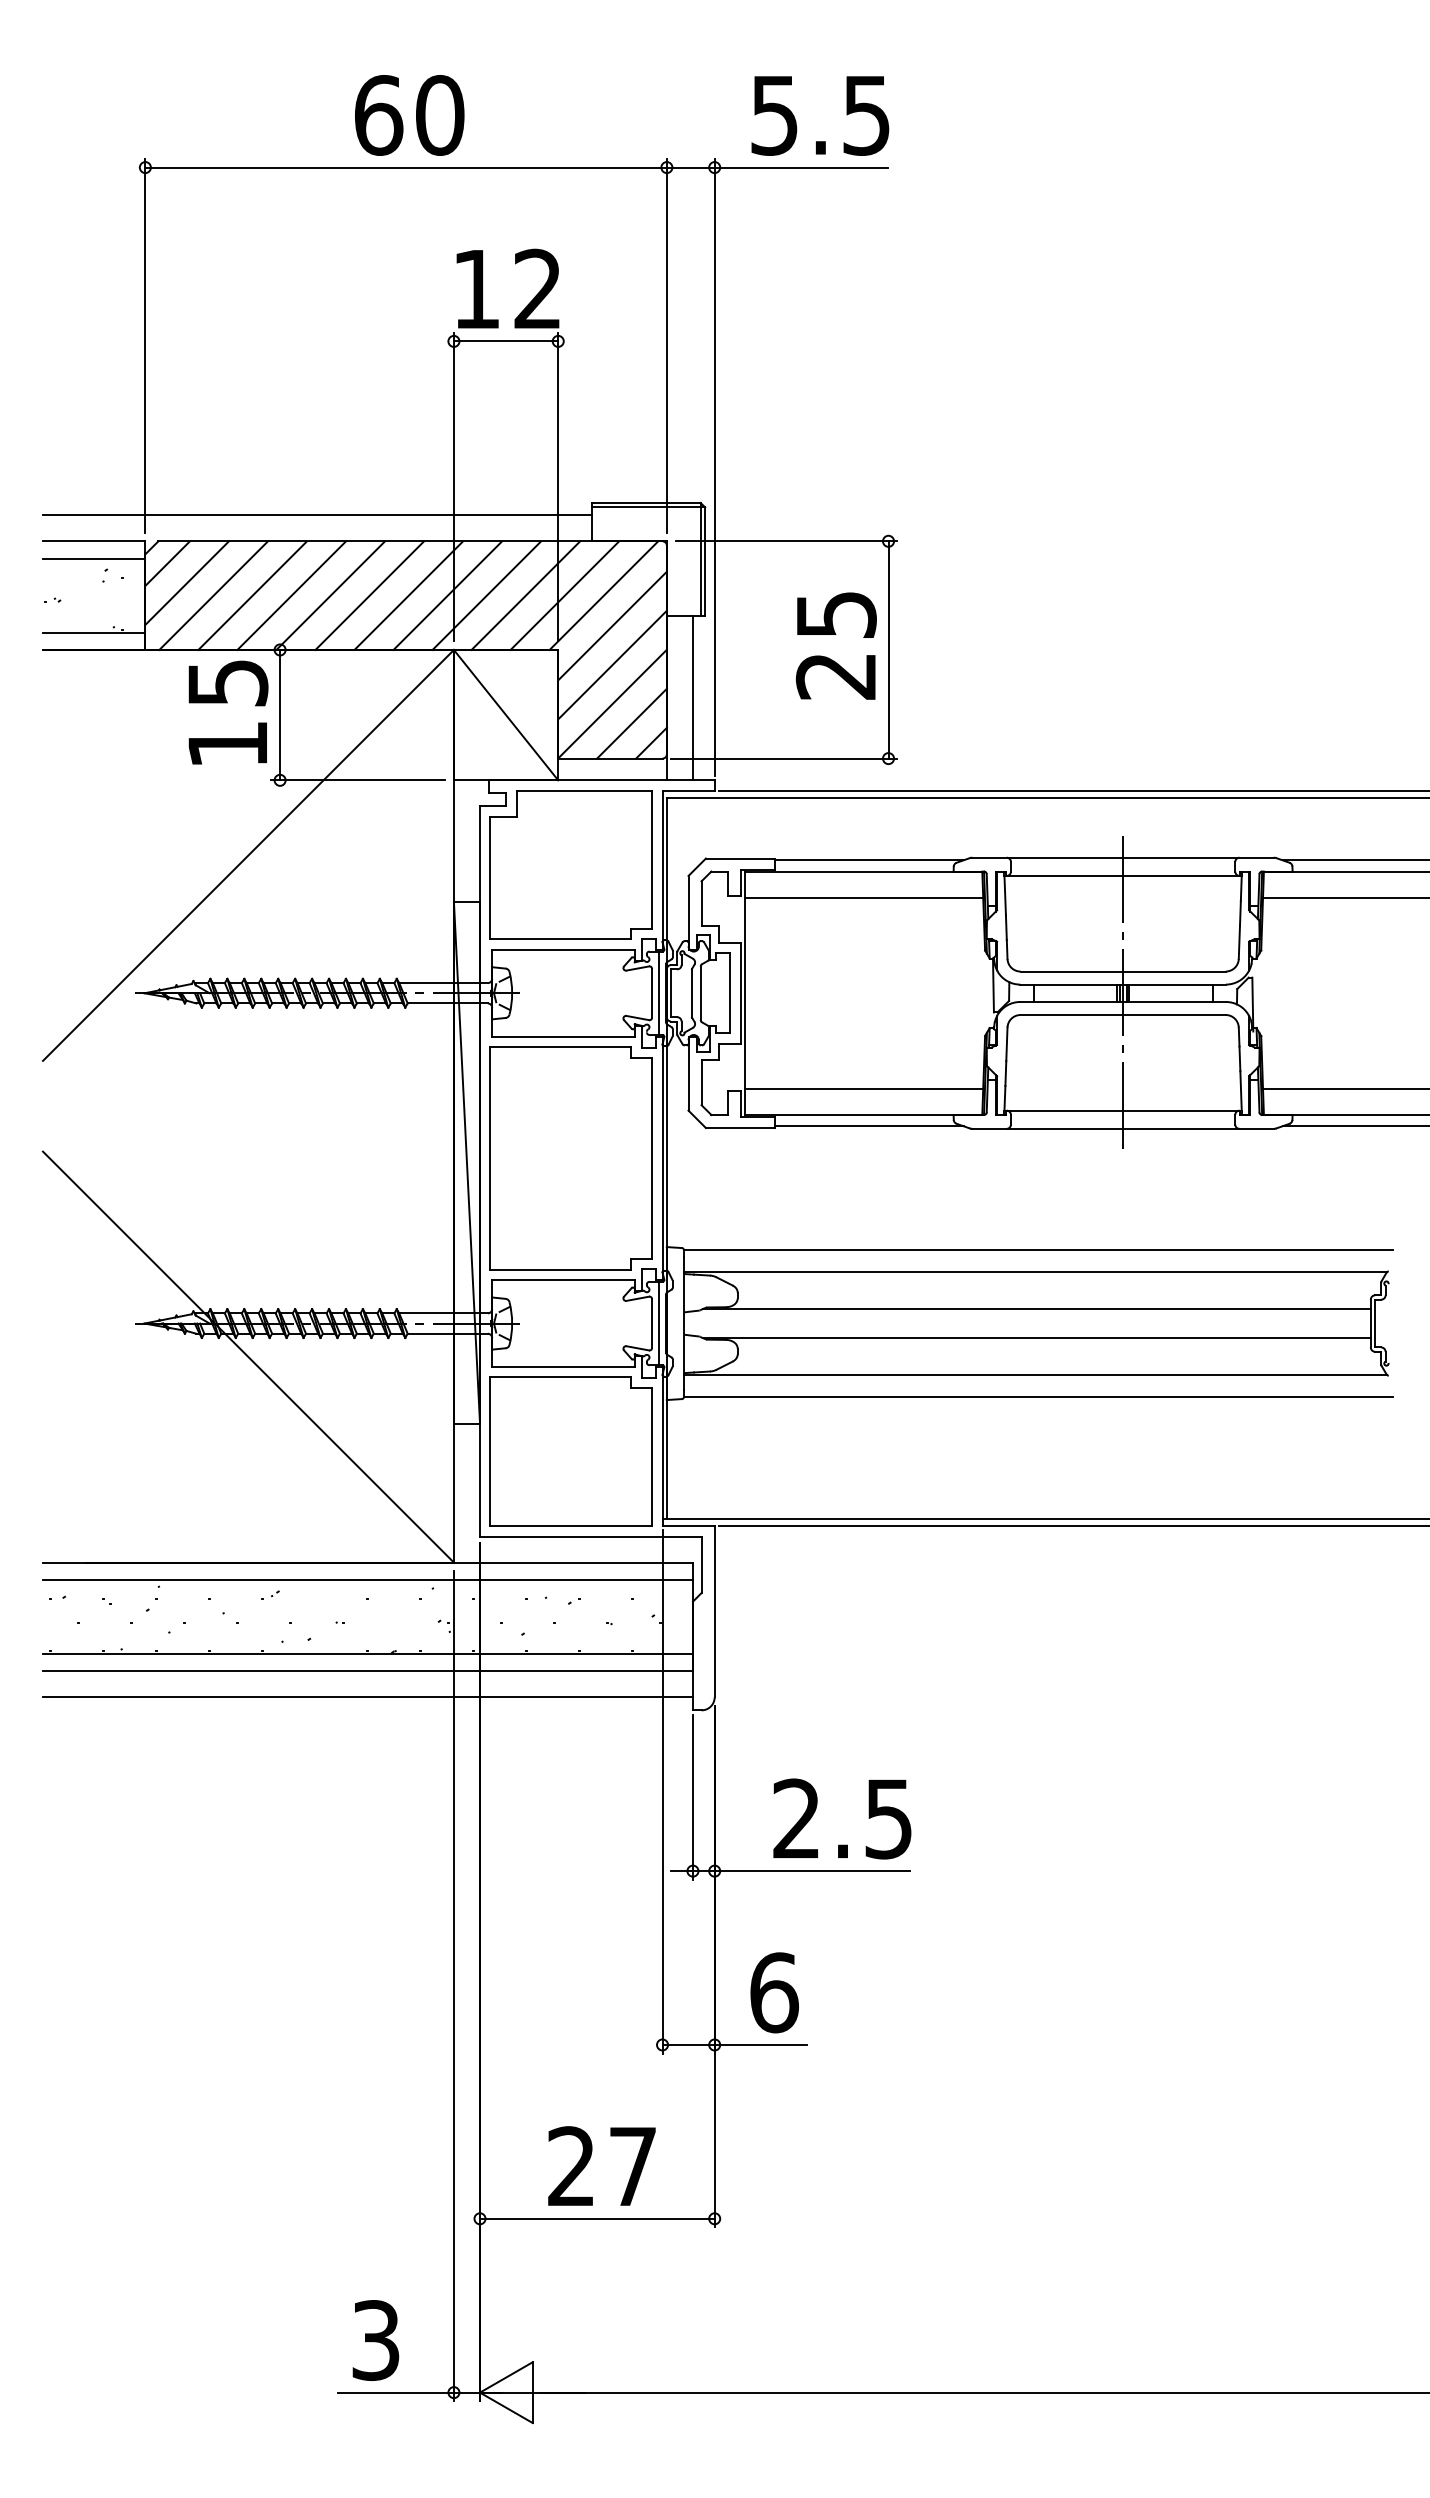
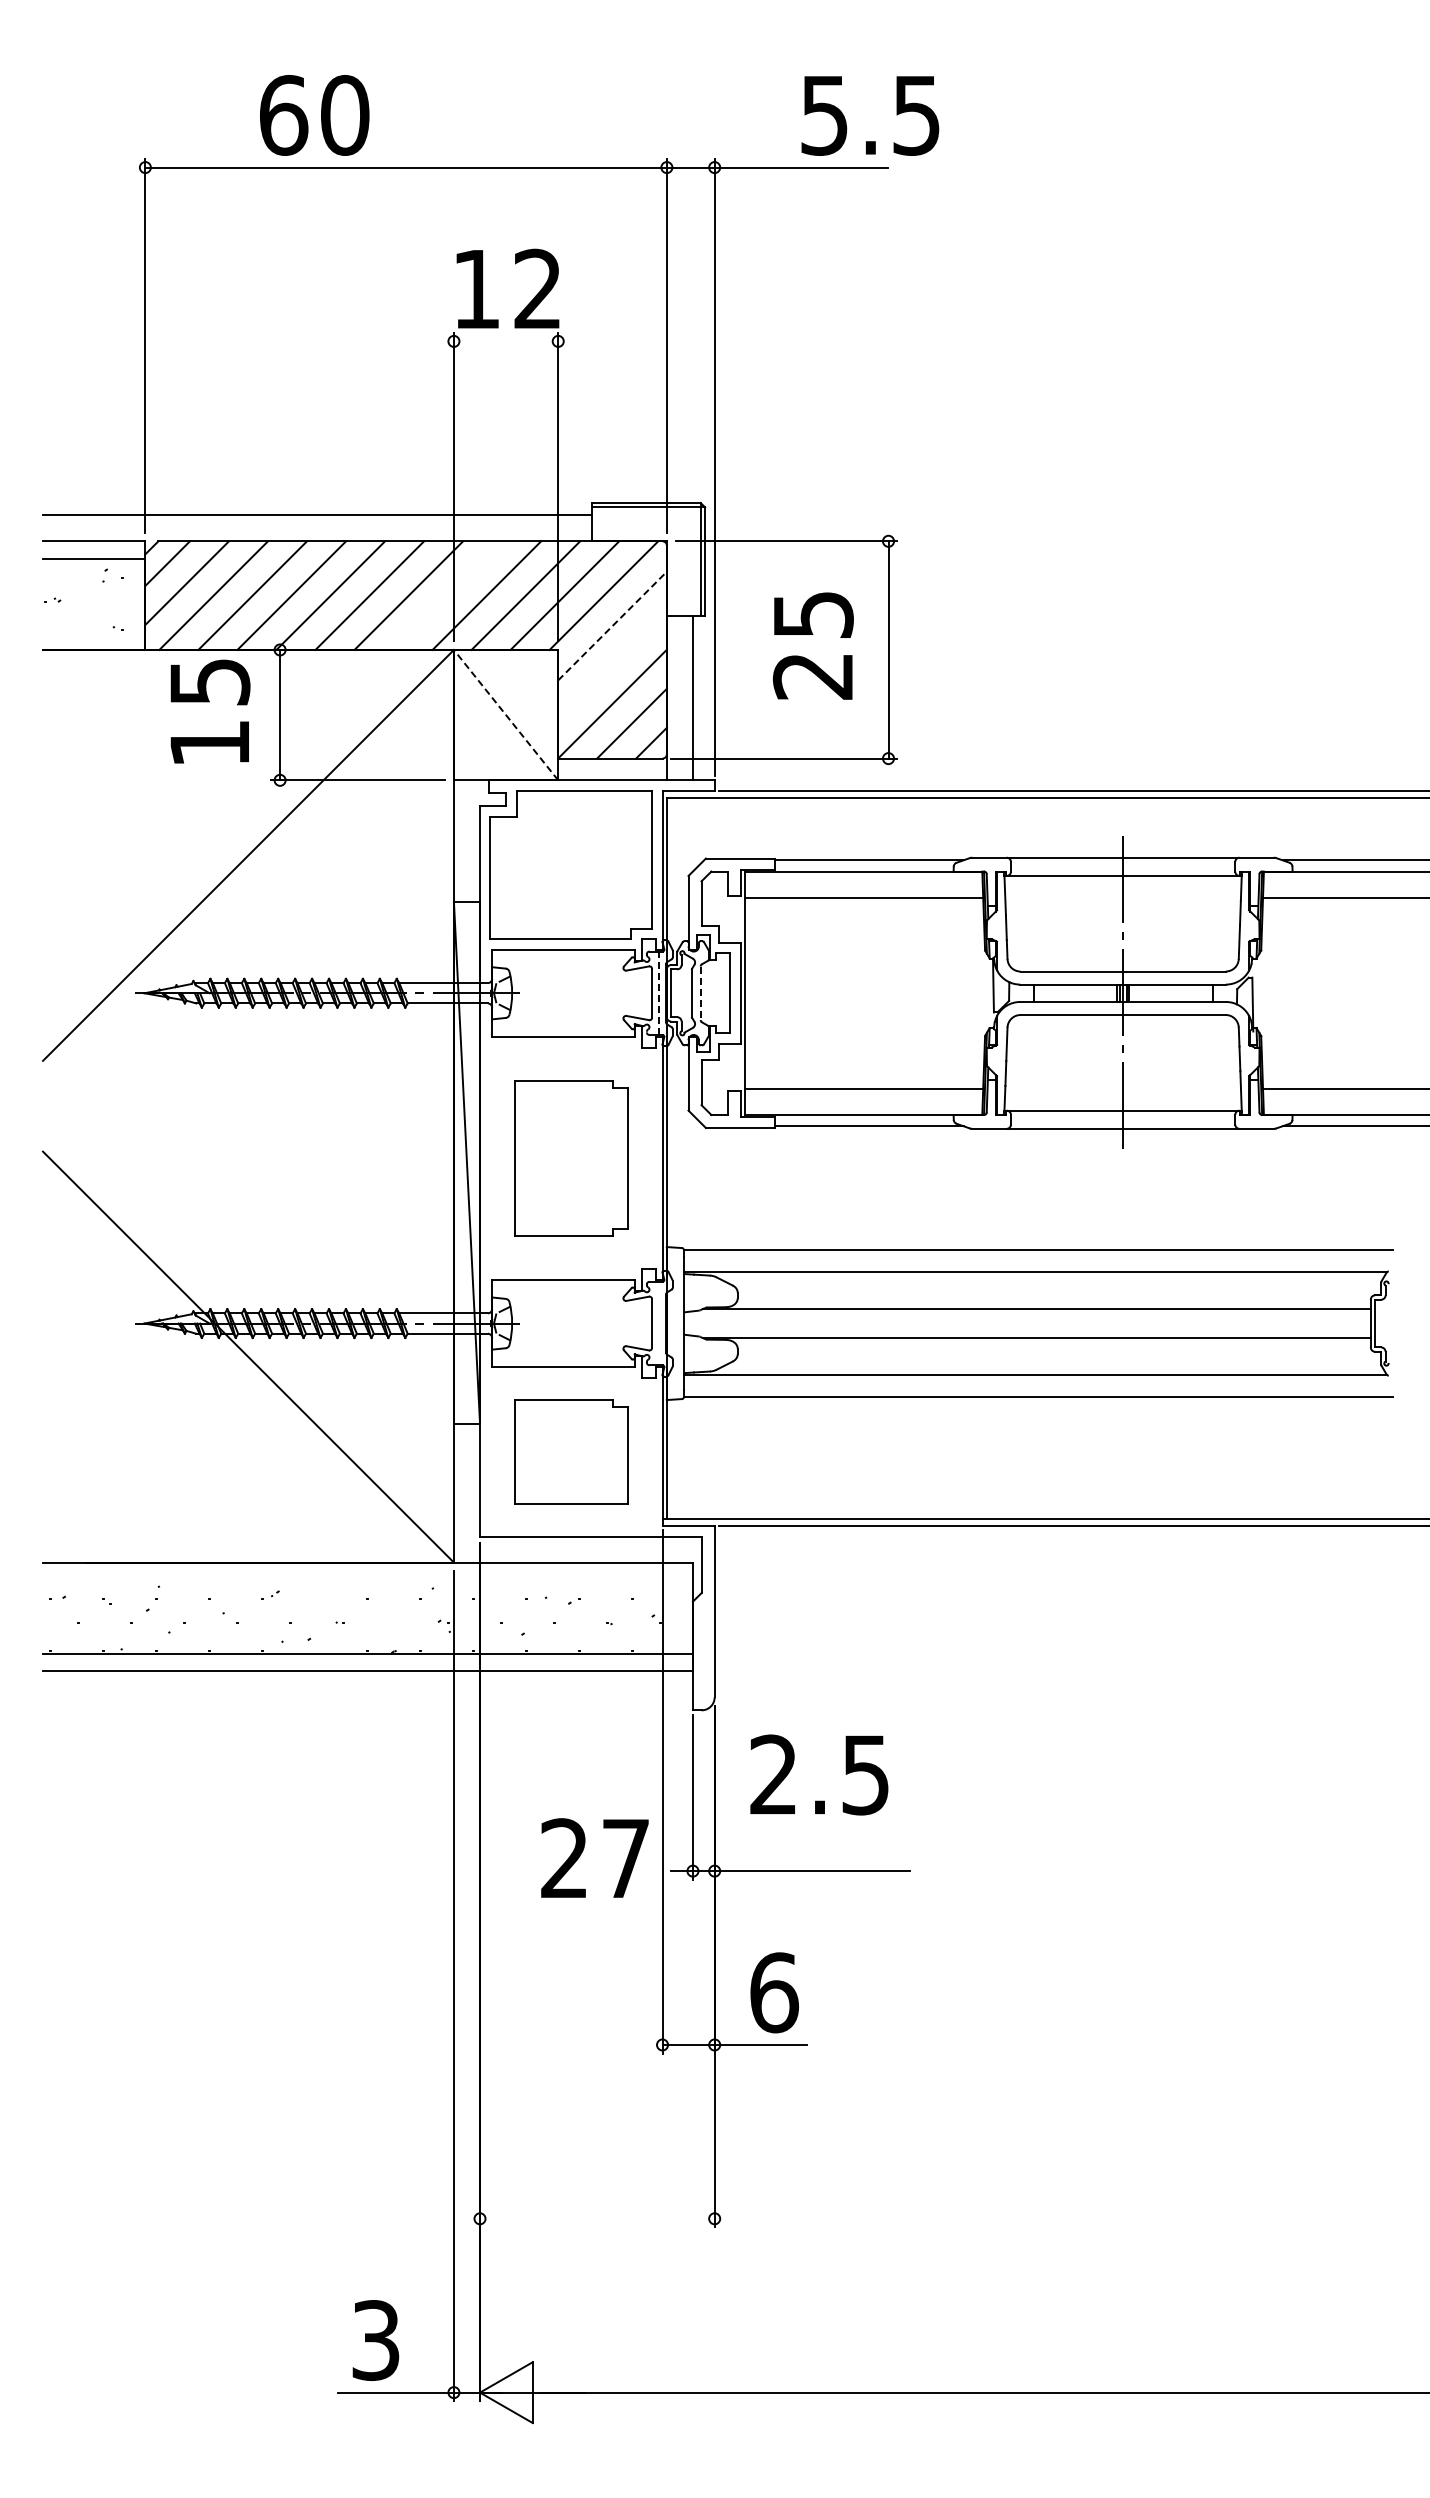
text at (409, 115) position: (409, 115) -> (314, 115)
text at (820, 115) position: (820, 115) -> (870, 115)
line at (505, 341): present -> none
line at (447, 595): present -> none
line at (612, 626): solid -> dashed
line at (94, 632): present -> none
text at (835, 645) position: (835, 645) -> (812, 645)
line at (612, 664): present -> none
text at (228, 712) position: (228, 712) -> (210, 711)
line at (505, 714): solid -> dashed
line at (659, 993): solid -> dashed
line at (700, 993): solid -> dashed
part at (570, 1158) size: 164x225 px -> 115x157 px
line at (659, 1323): present -> none
part at (570, 1451) size: 164x151 px -> 115x106 px
line at (367, 1579): present -> none
line at (367, 1697): present -> none
text at (842, 1818) position: (842, 1818) -> (819, 1774)
text at (601, 2165) position: (601, 2165) -> (594, 1857)
line at (597, 2218): present -> none
